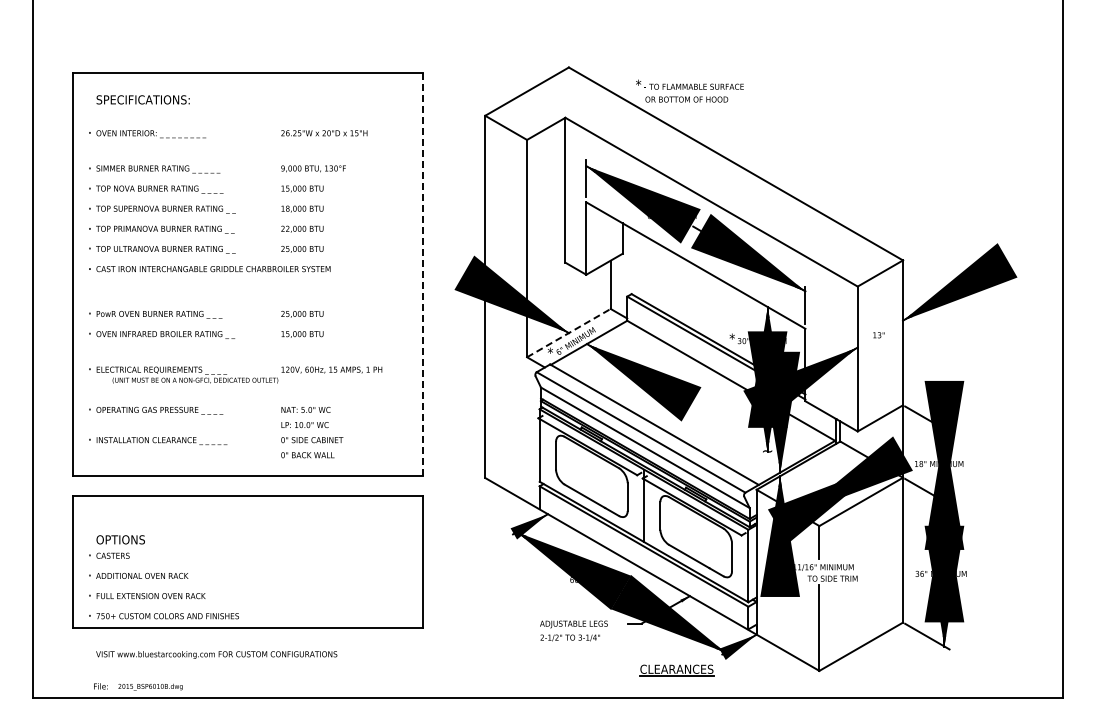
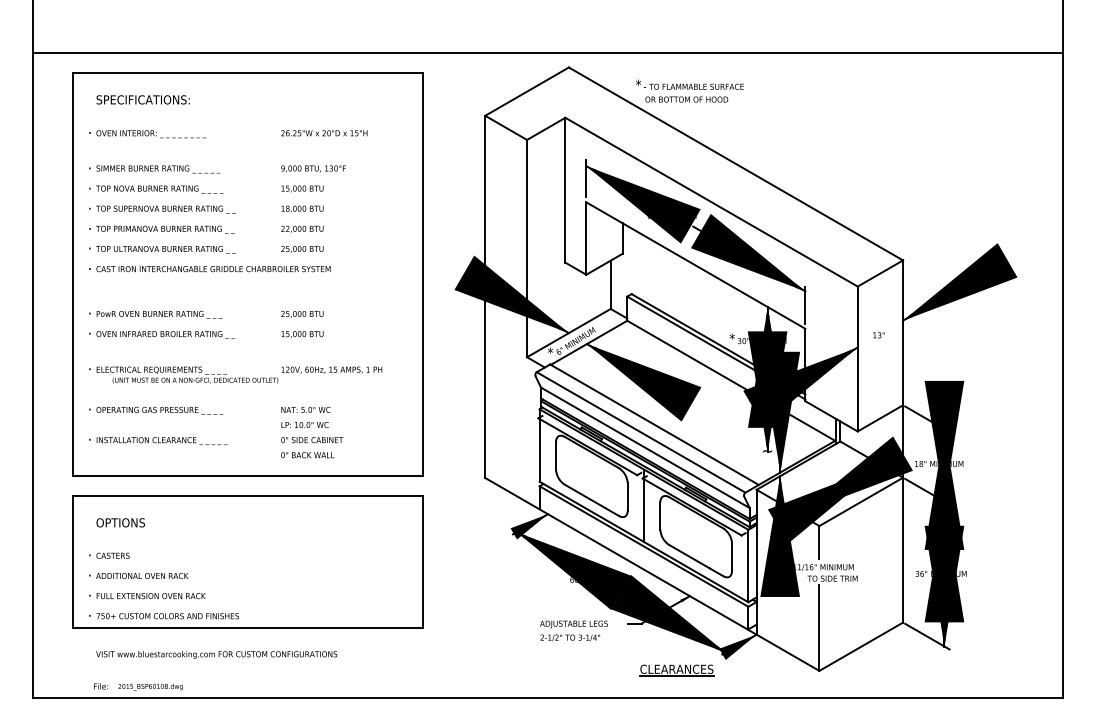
line at (547, 52): none -> present
line at (423, 273): dashed -> solid
line at (569, 332): dashed -> solid
text at (120, 539) position: (120, 539) -> (120, 522)
